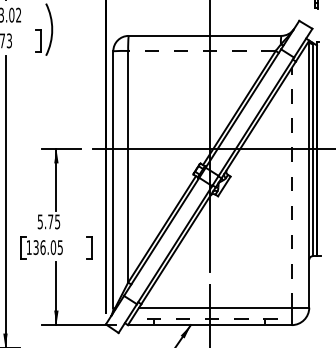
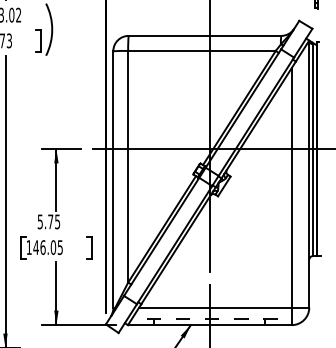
line at (201, 50): dashed -> solid
line at (291, 187): dashed -> solid
text at (35, 247): 136.05 -> 146.05
